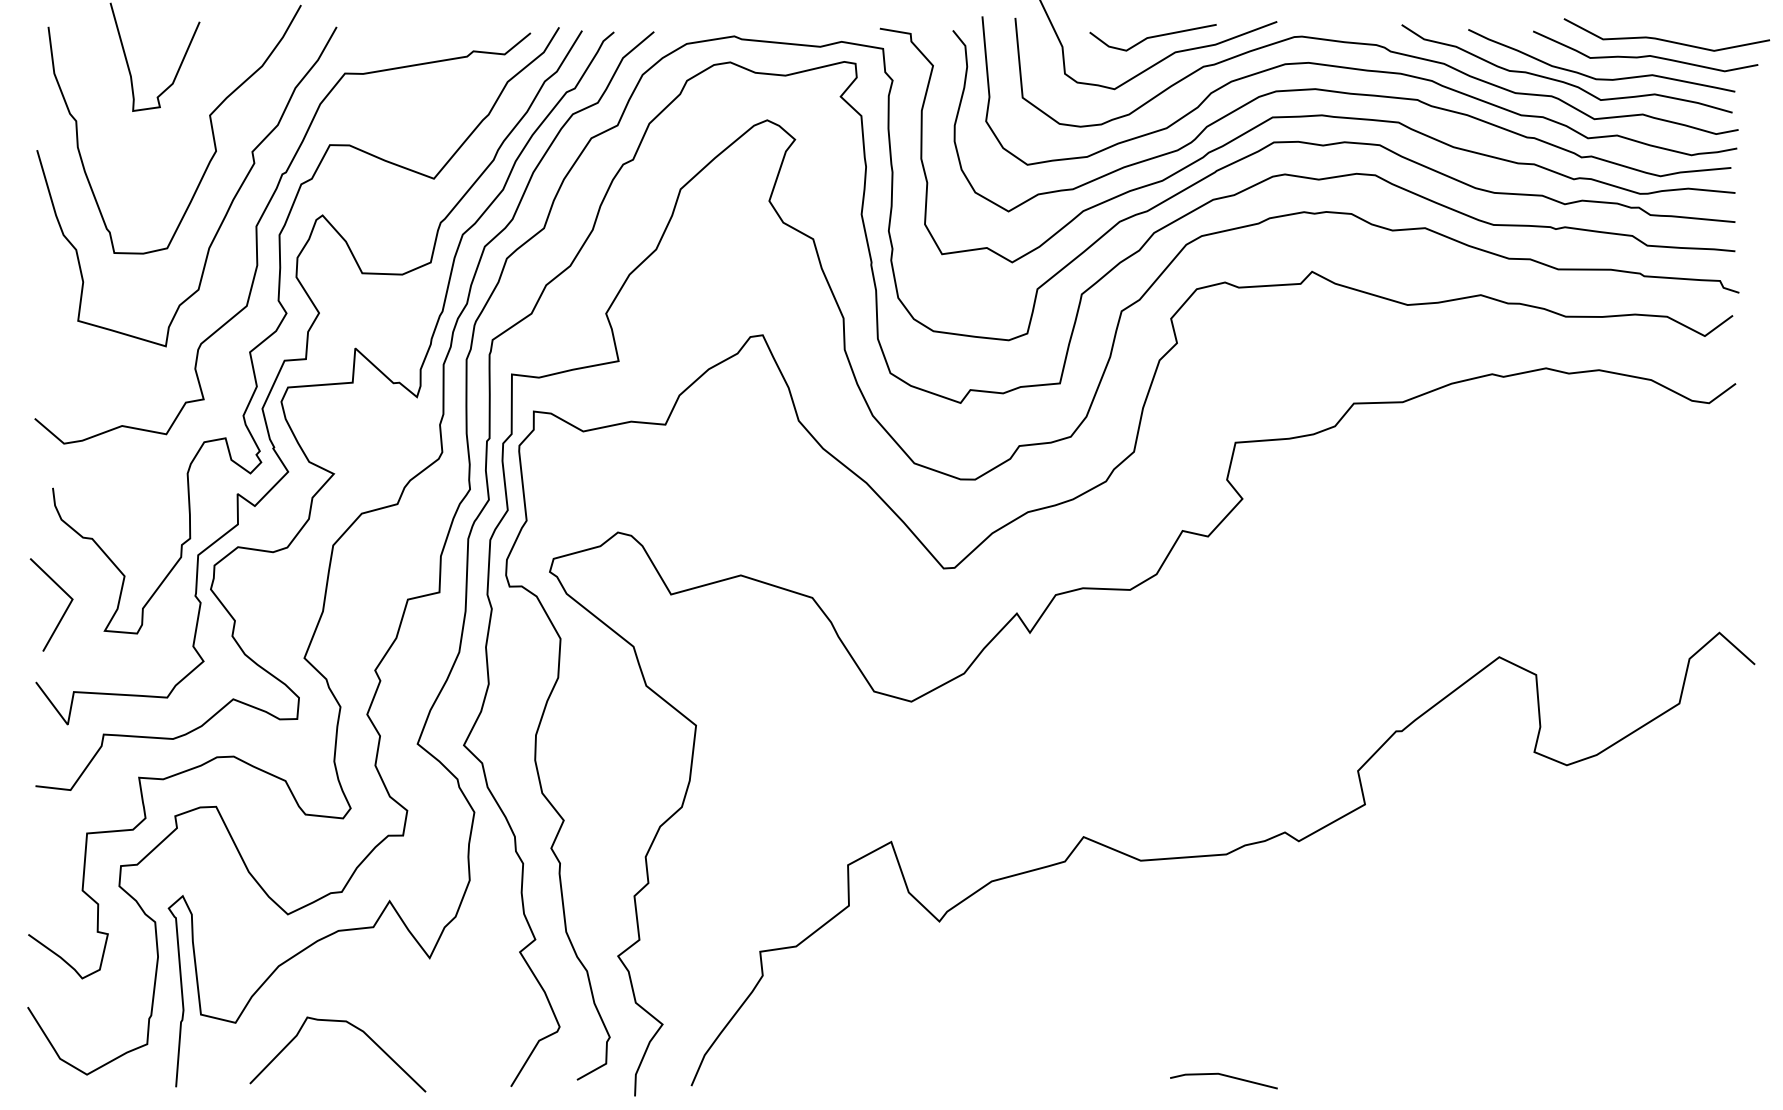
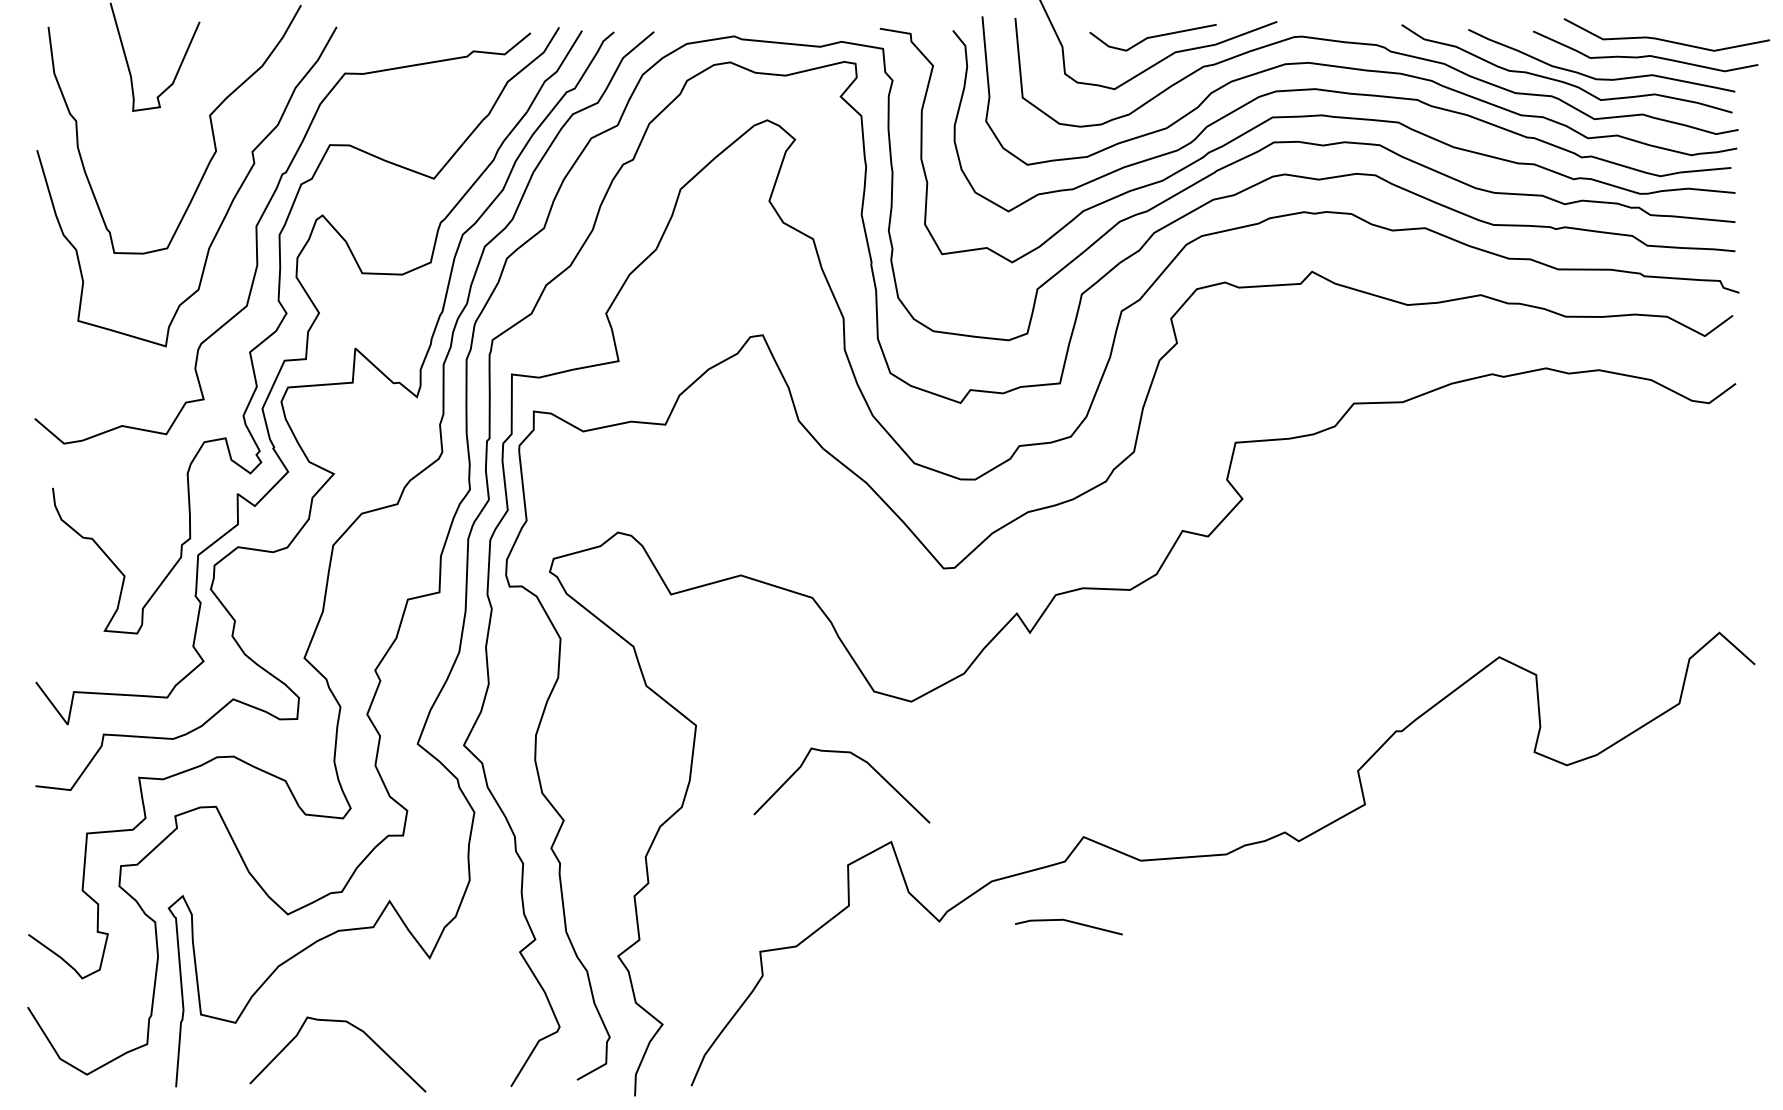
line at (64, 611): present -> none
curve at (856, 757): none -> present
line at (1224, 1076) position: (1224, 1076) -> (1069, 922)
